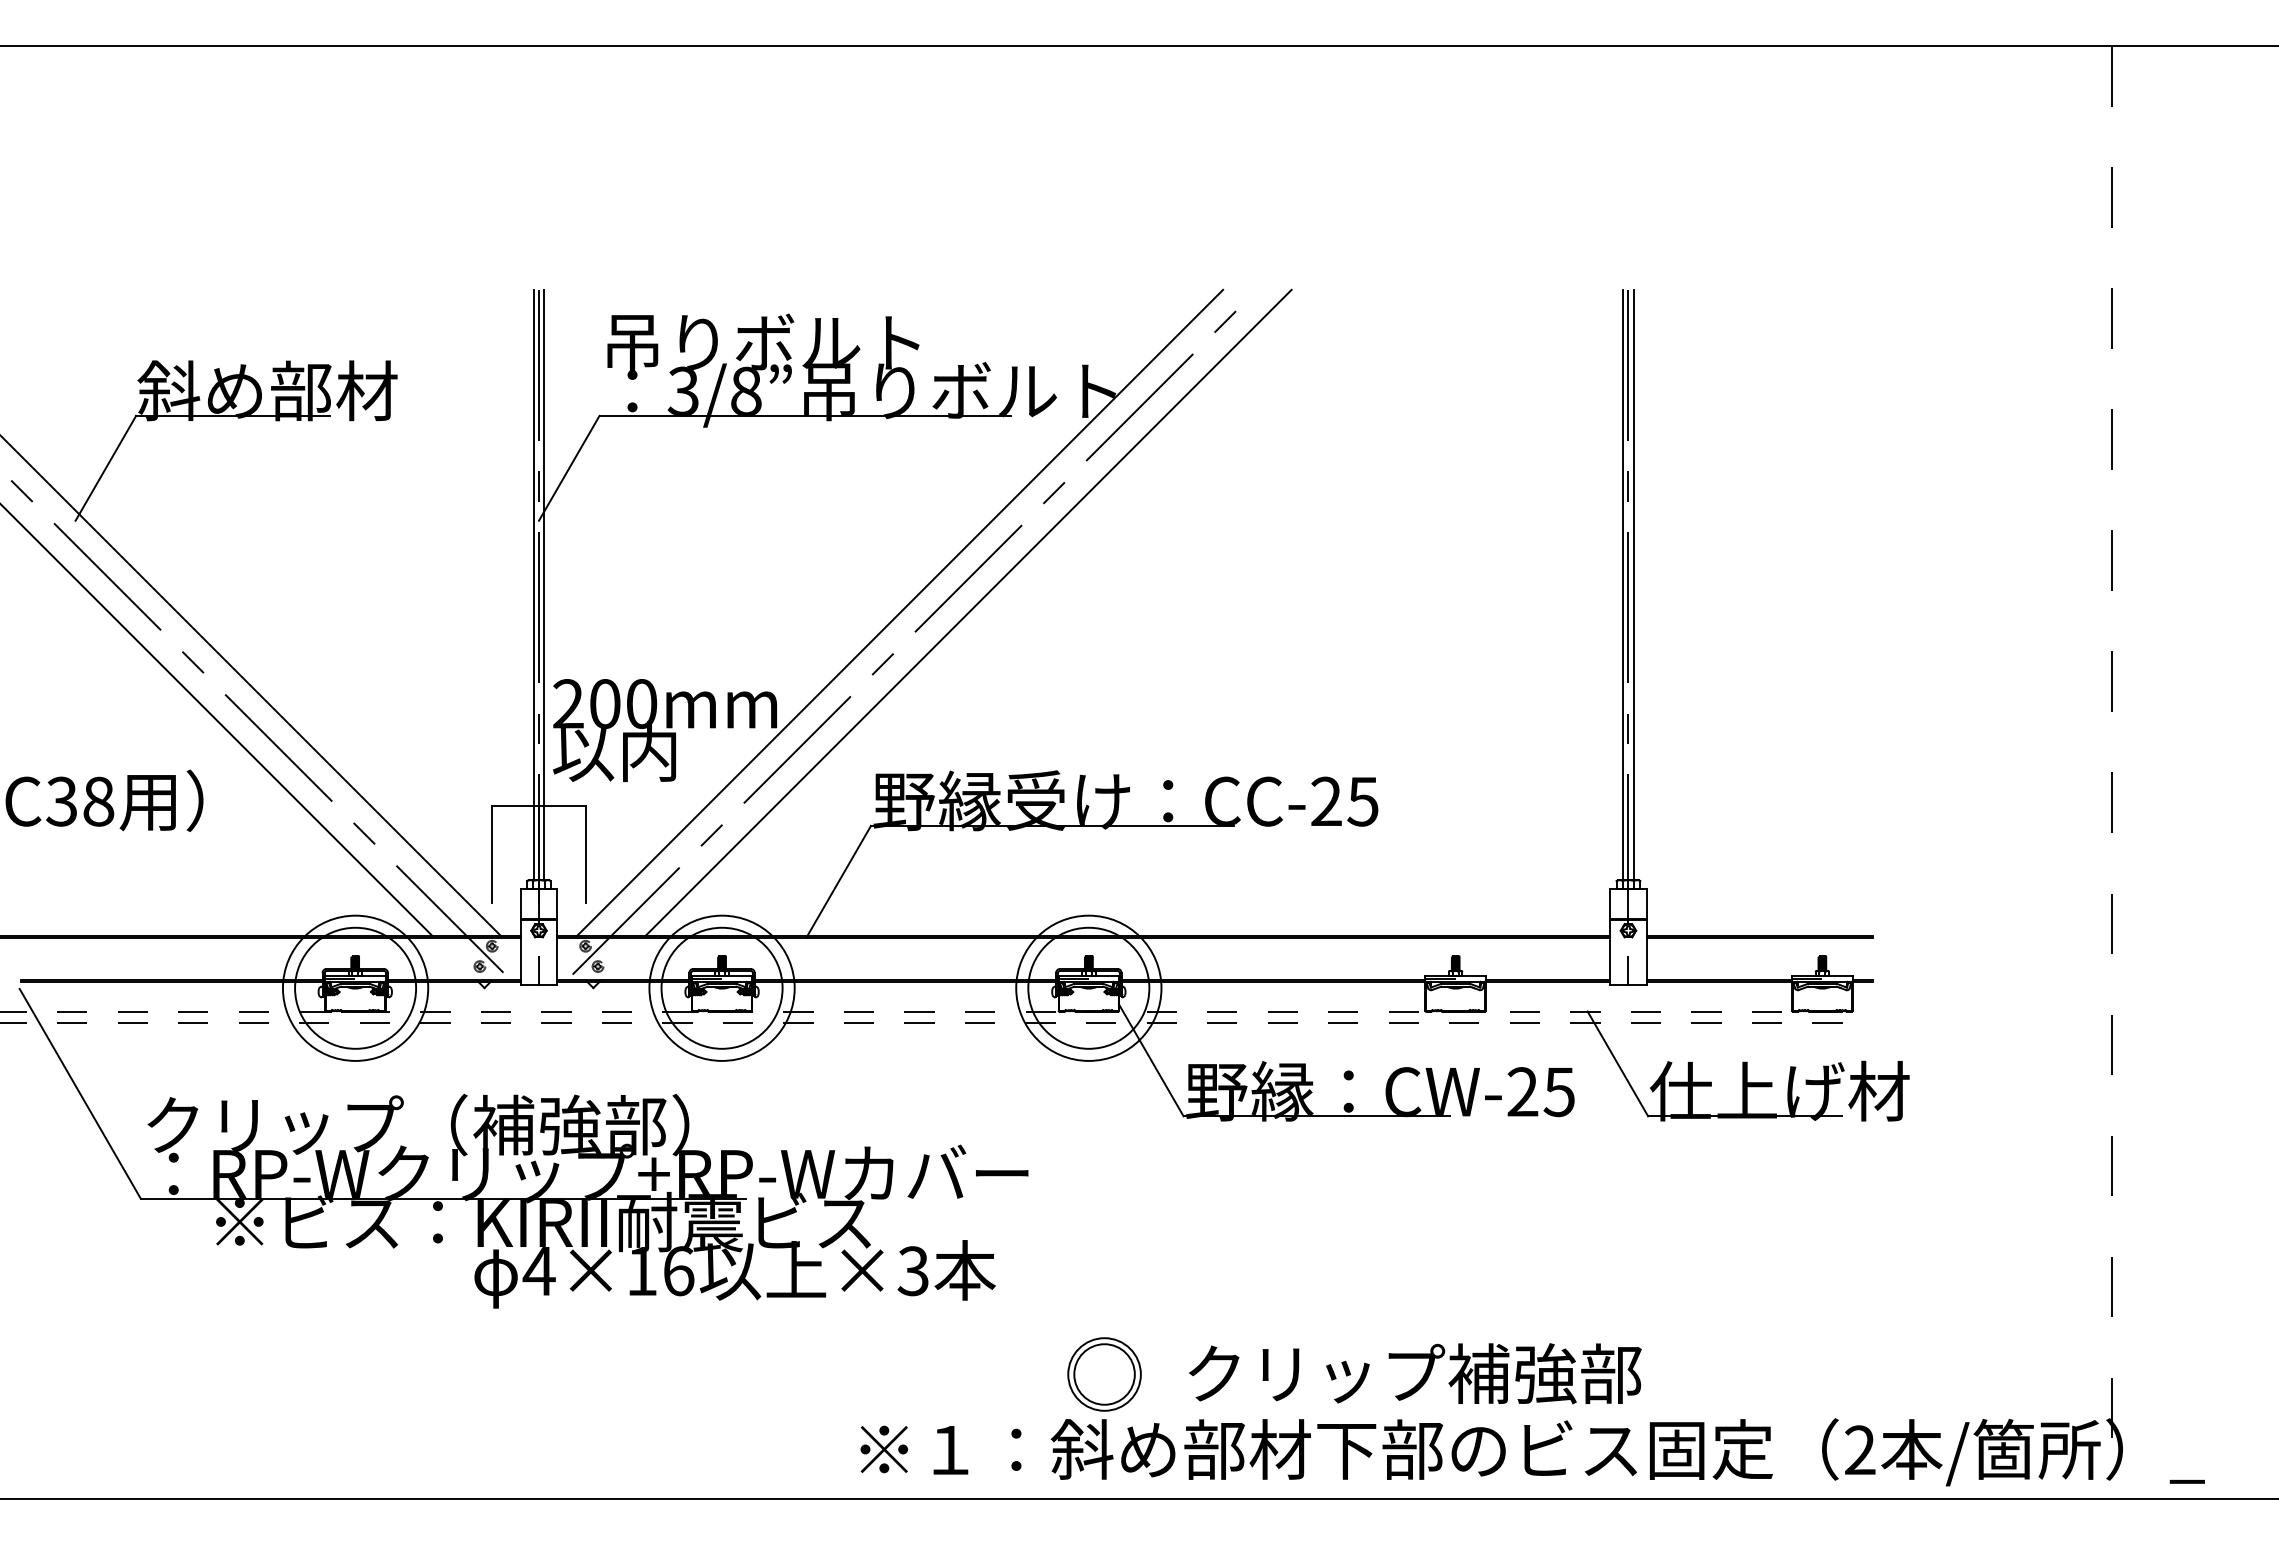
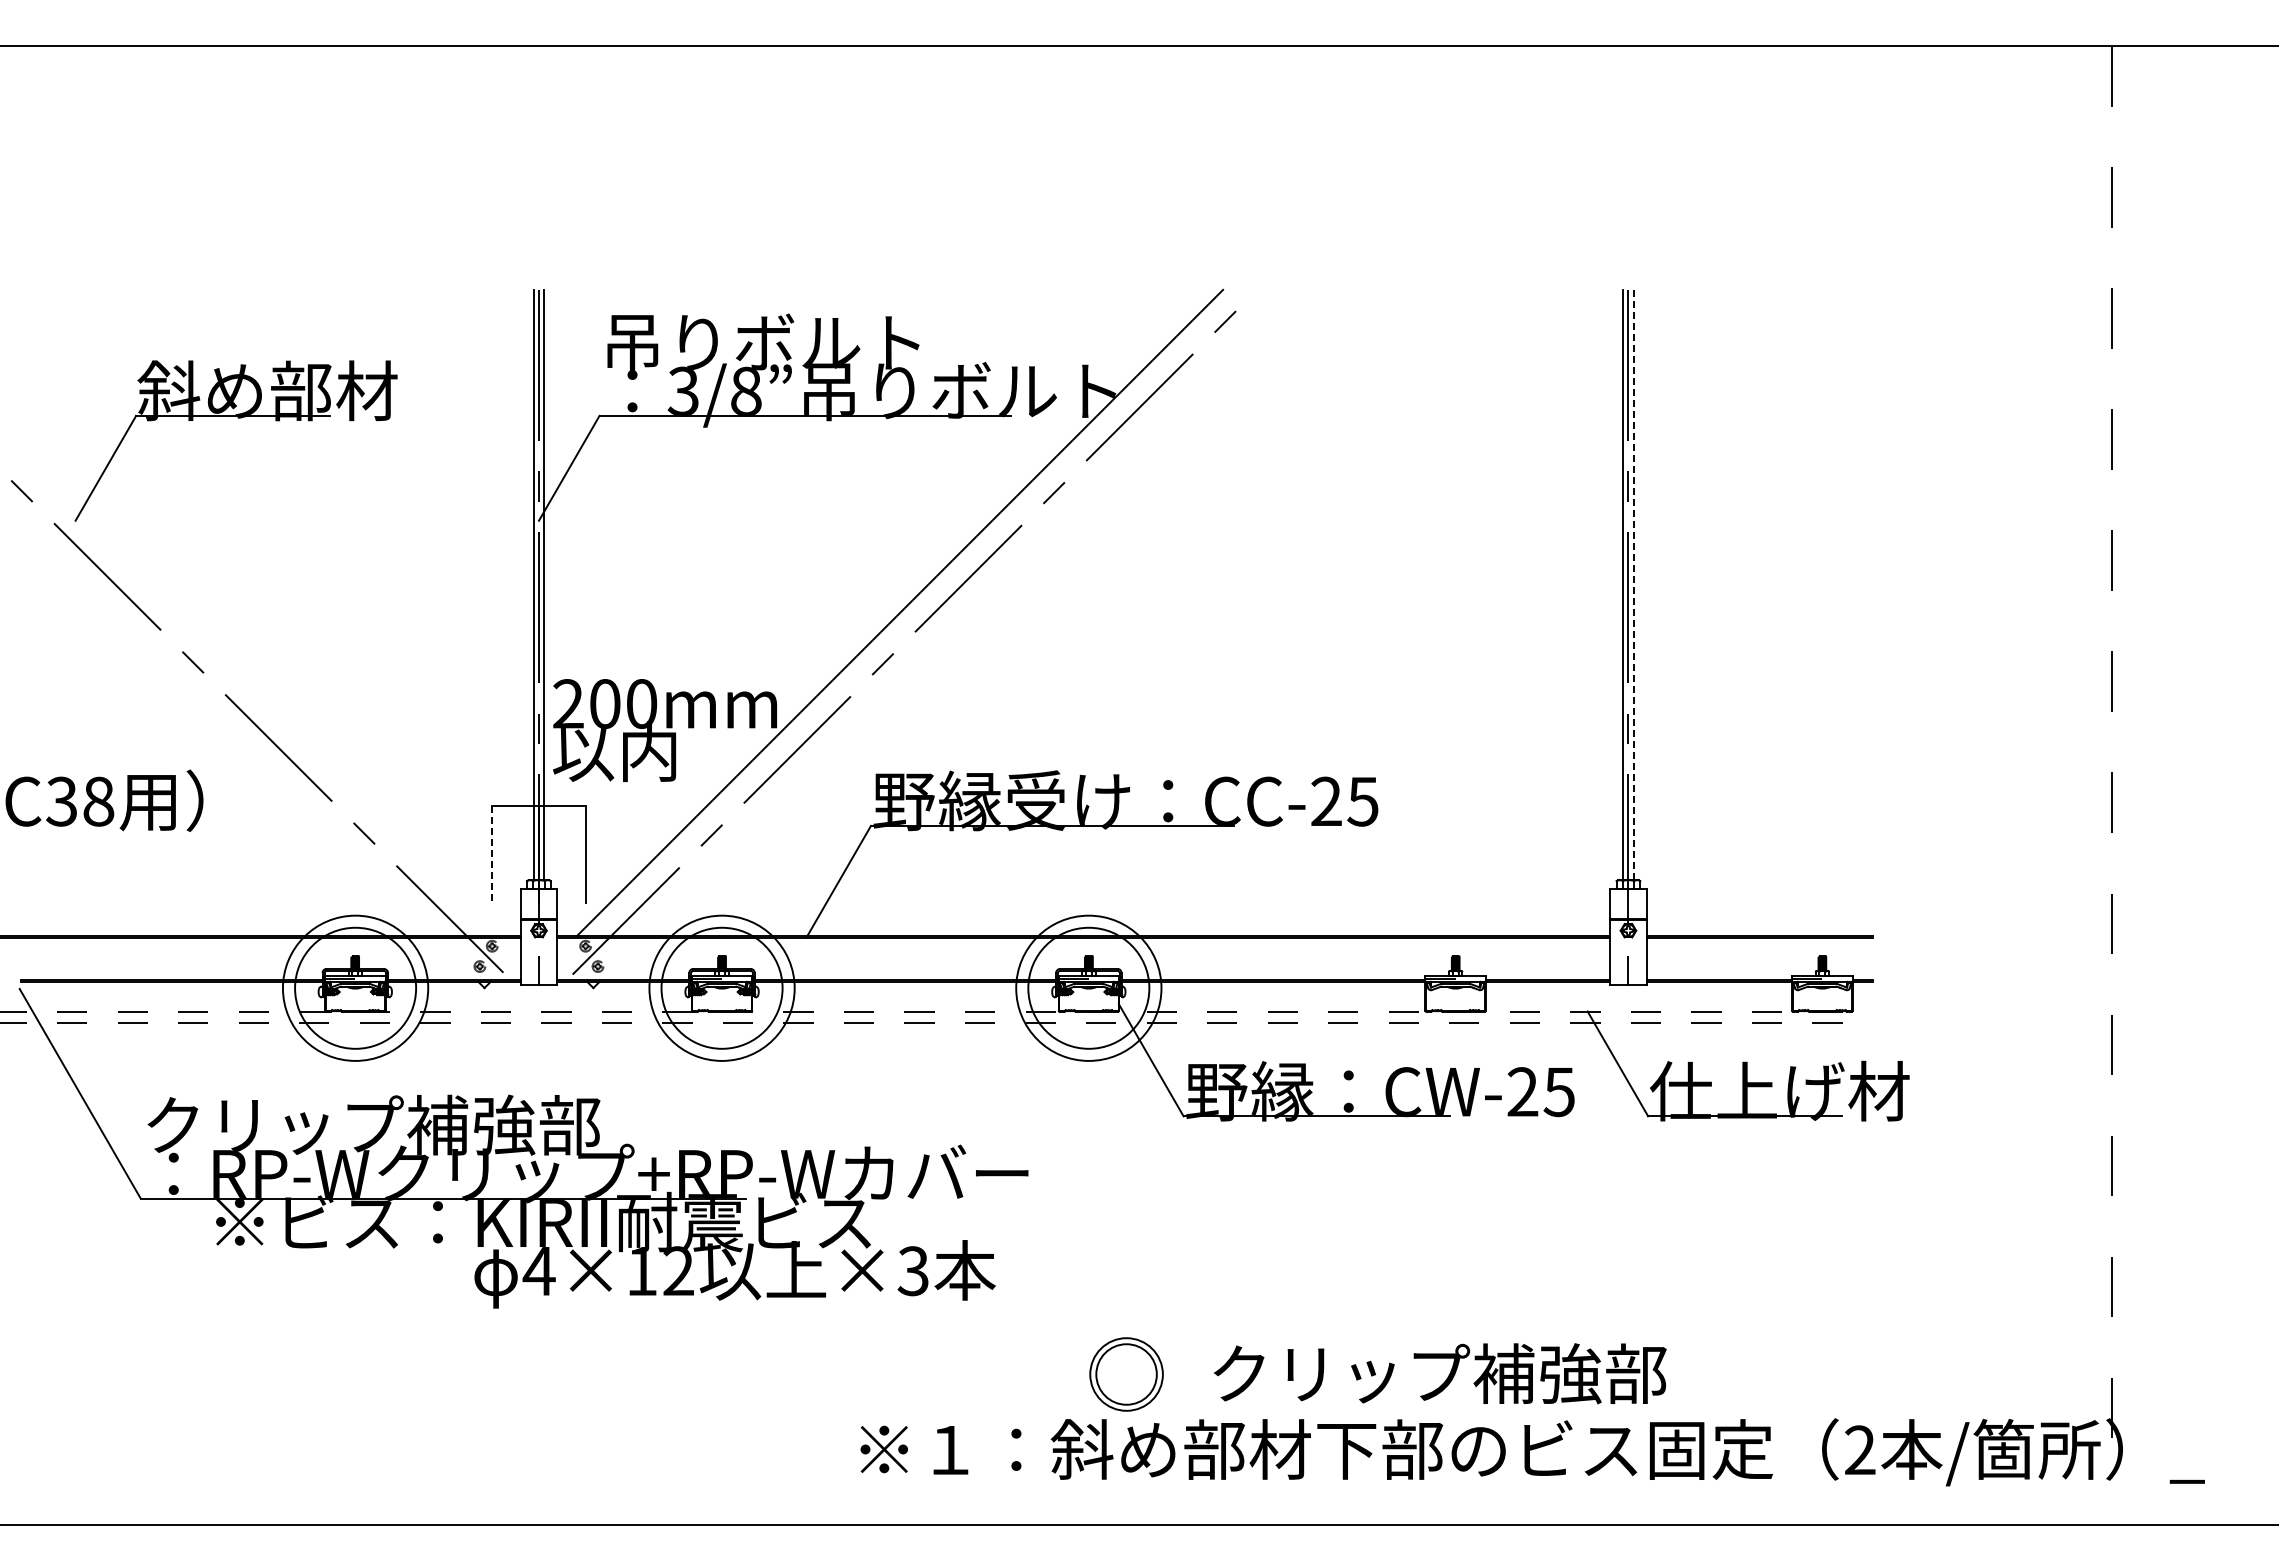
line at (1633, 584): solid -> dashed
line at (968, 612): present -> none
line at (251, 686): present -> none
line at (217, 720): present -> none
line at (492, 854): solid -> dashed
text at (548, 1124): クリップ（補強部） -> クリップ補強部
text at (678, 1271): 4×16 -> 4×12
text at (1415, 1373) position: (1415, 1373) -> (1440, 1373)
part at (1104, 1374) position: (1104, 1374) -> (1126, 1374)
line at (1138, 1498) position: (1138, 1498) -> (1138, 1524)
